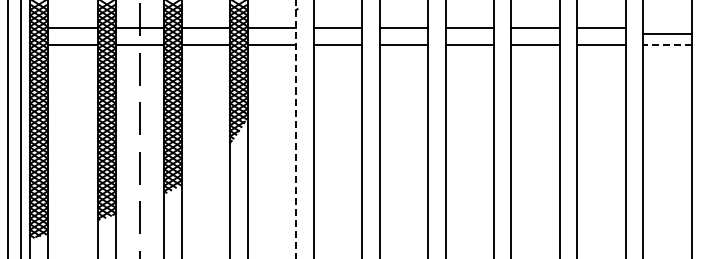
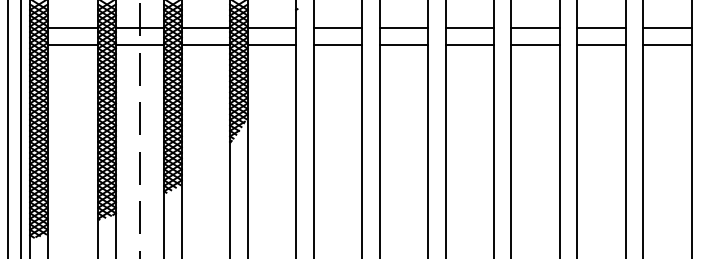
line at (667, 33) position: (667, 33) -> (667, 27)
line at (666, 45): dashed -> solid
line at (296, 129): dashed -> solid
